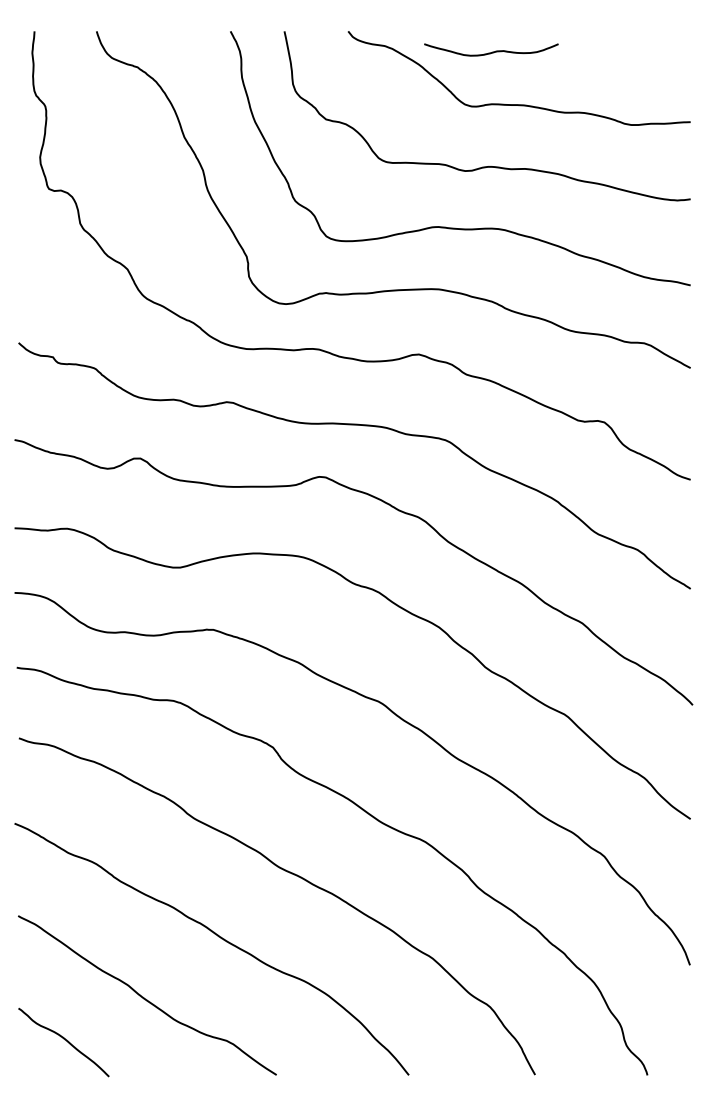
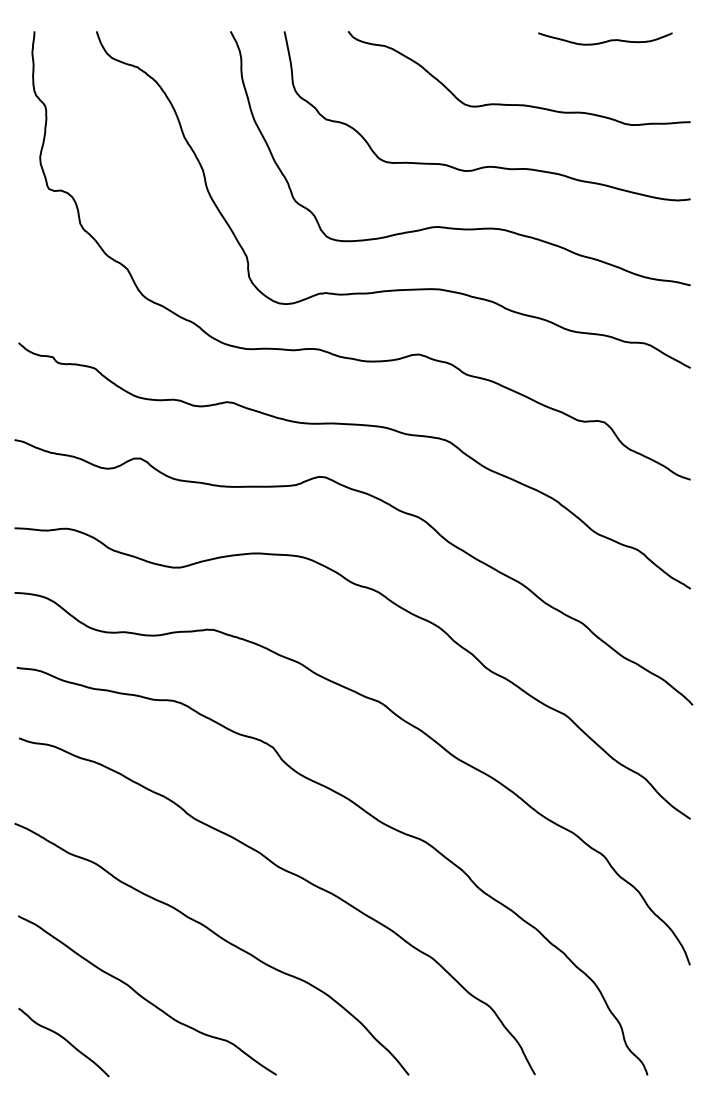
curve at (492, 51) position: (492, 51) -> (606, 40)
